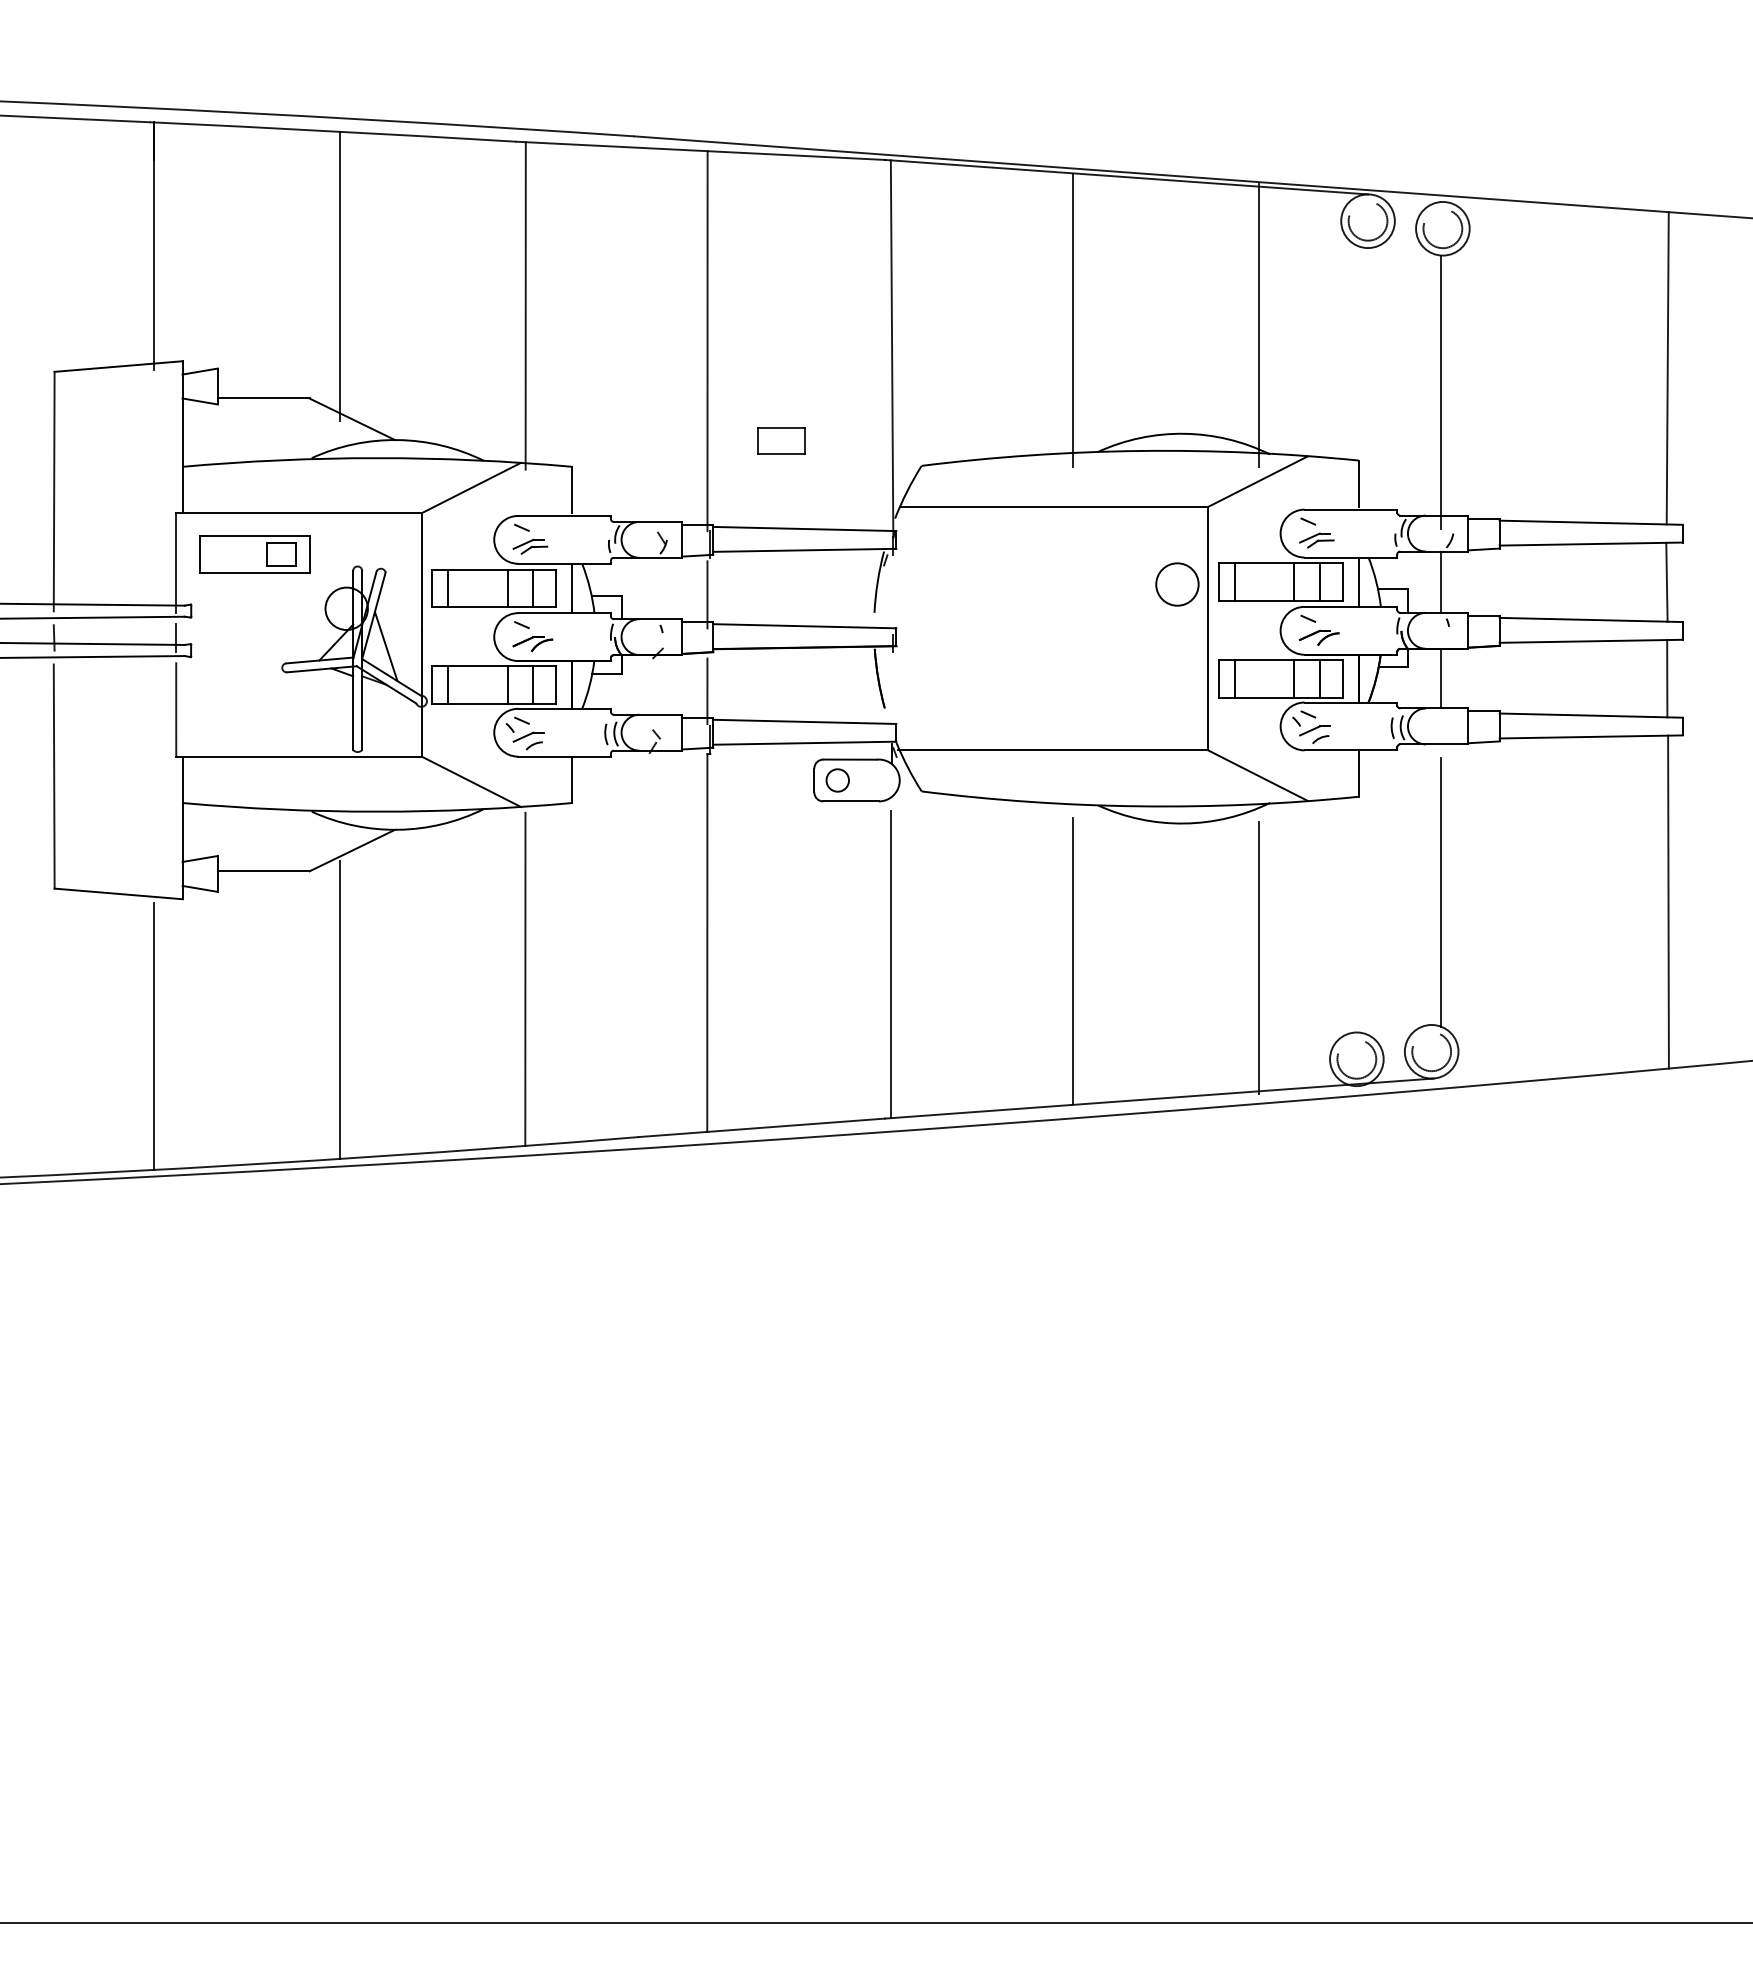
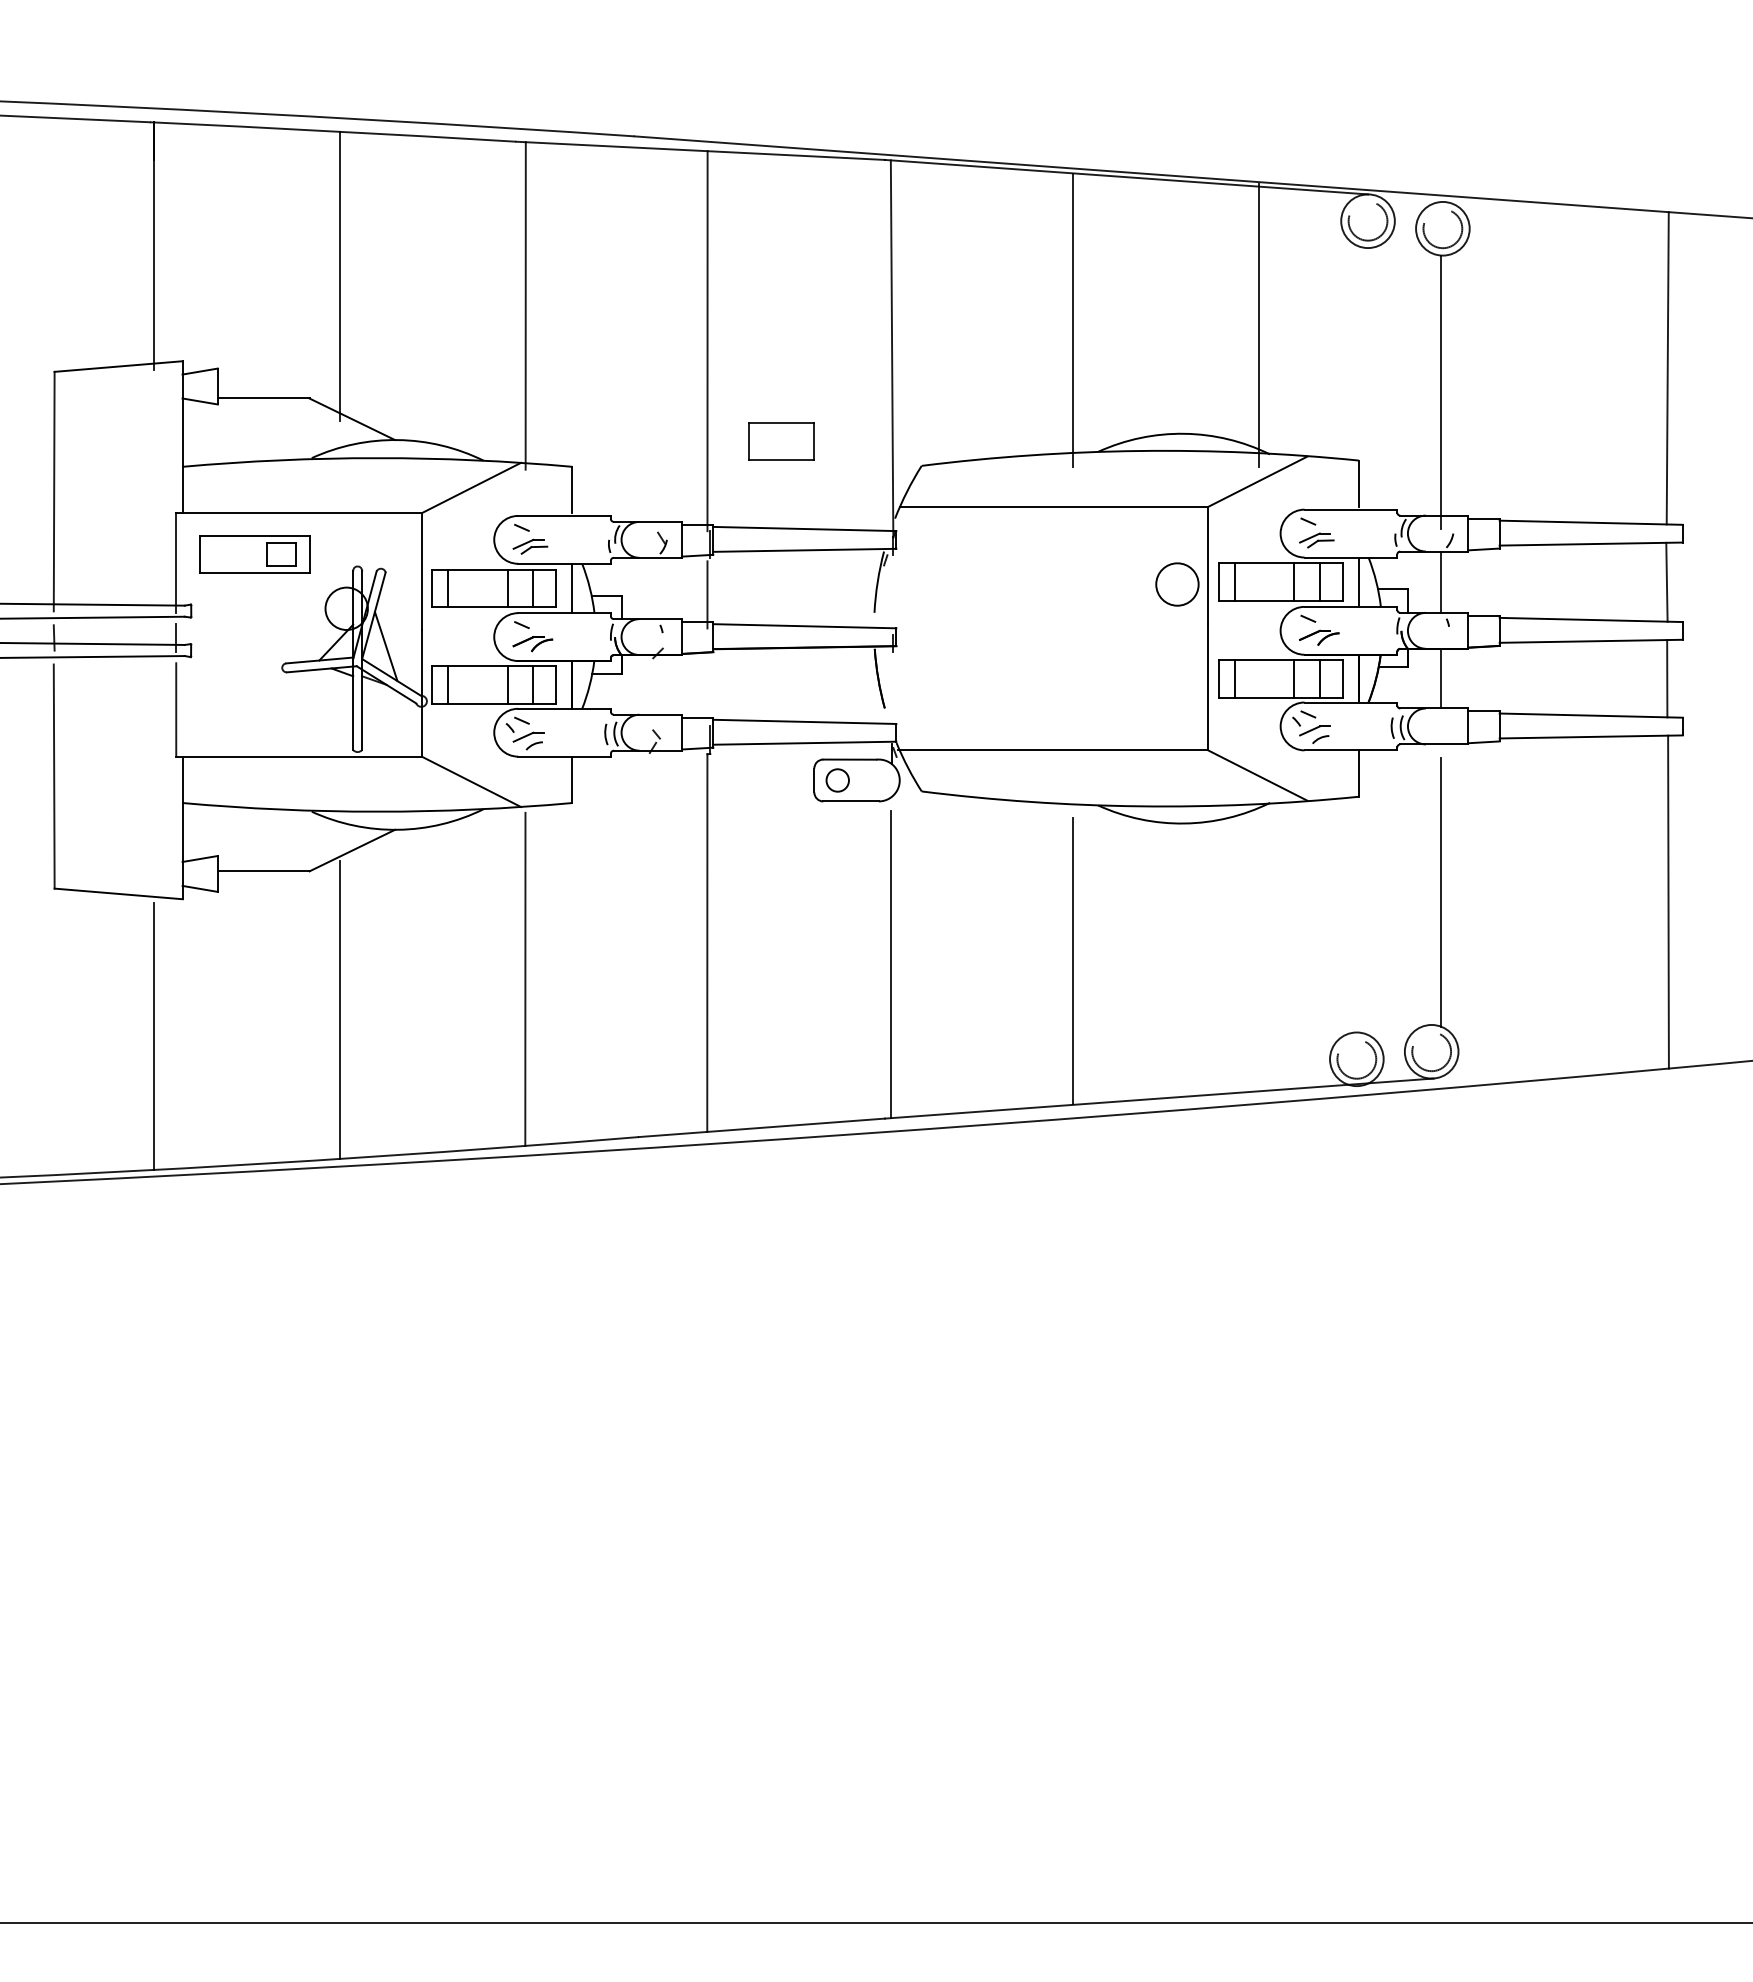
part at (781, 440) size: 49x28 px -> 67x39 px
line at (707, 691): present -> none
line at (1259, 957): present -> none
